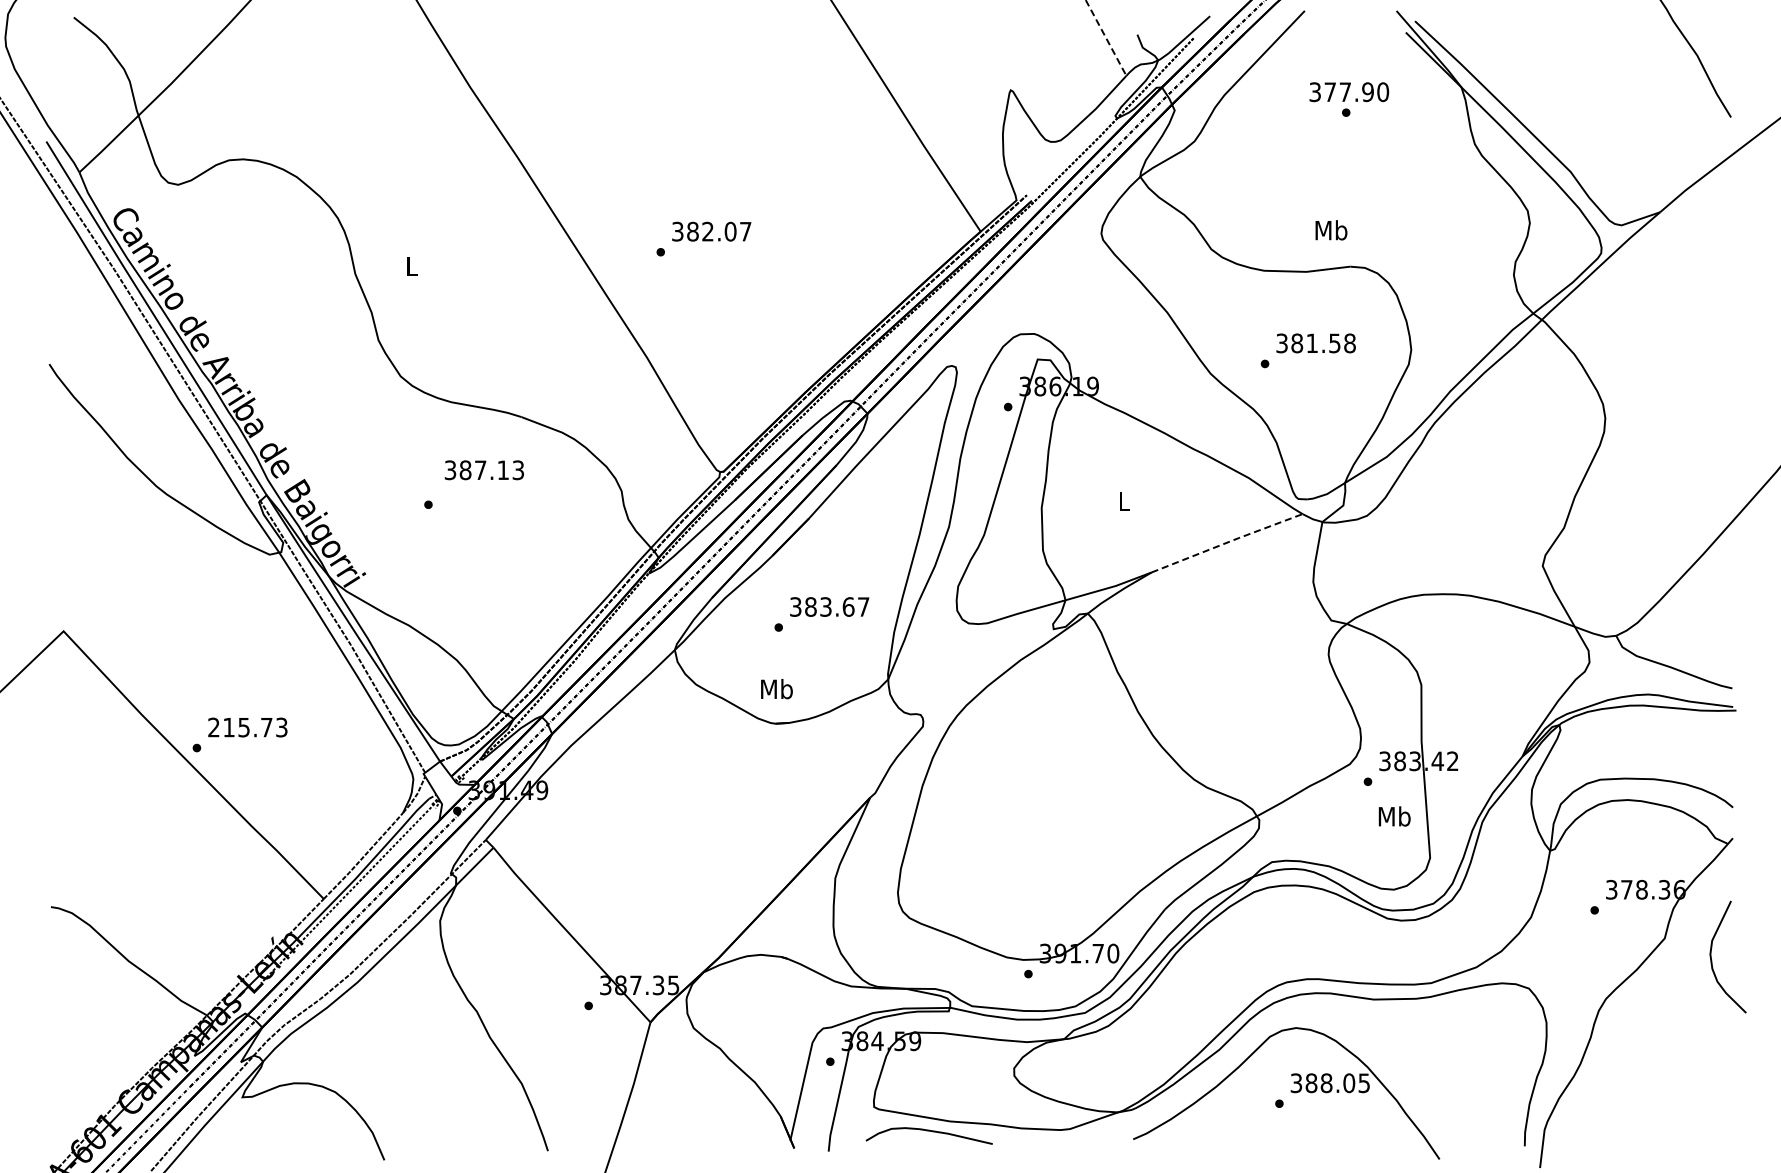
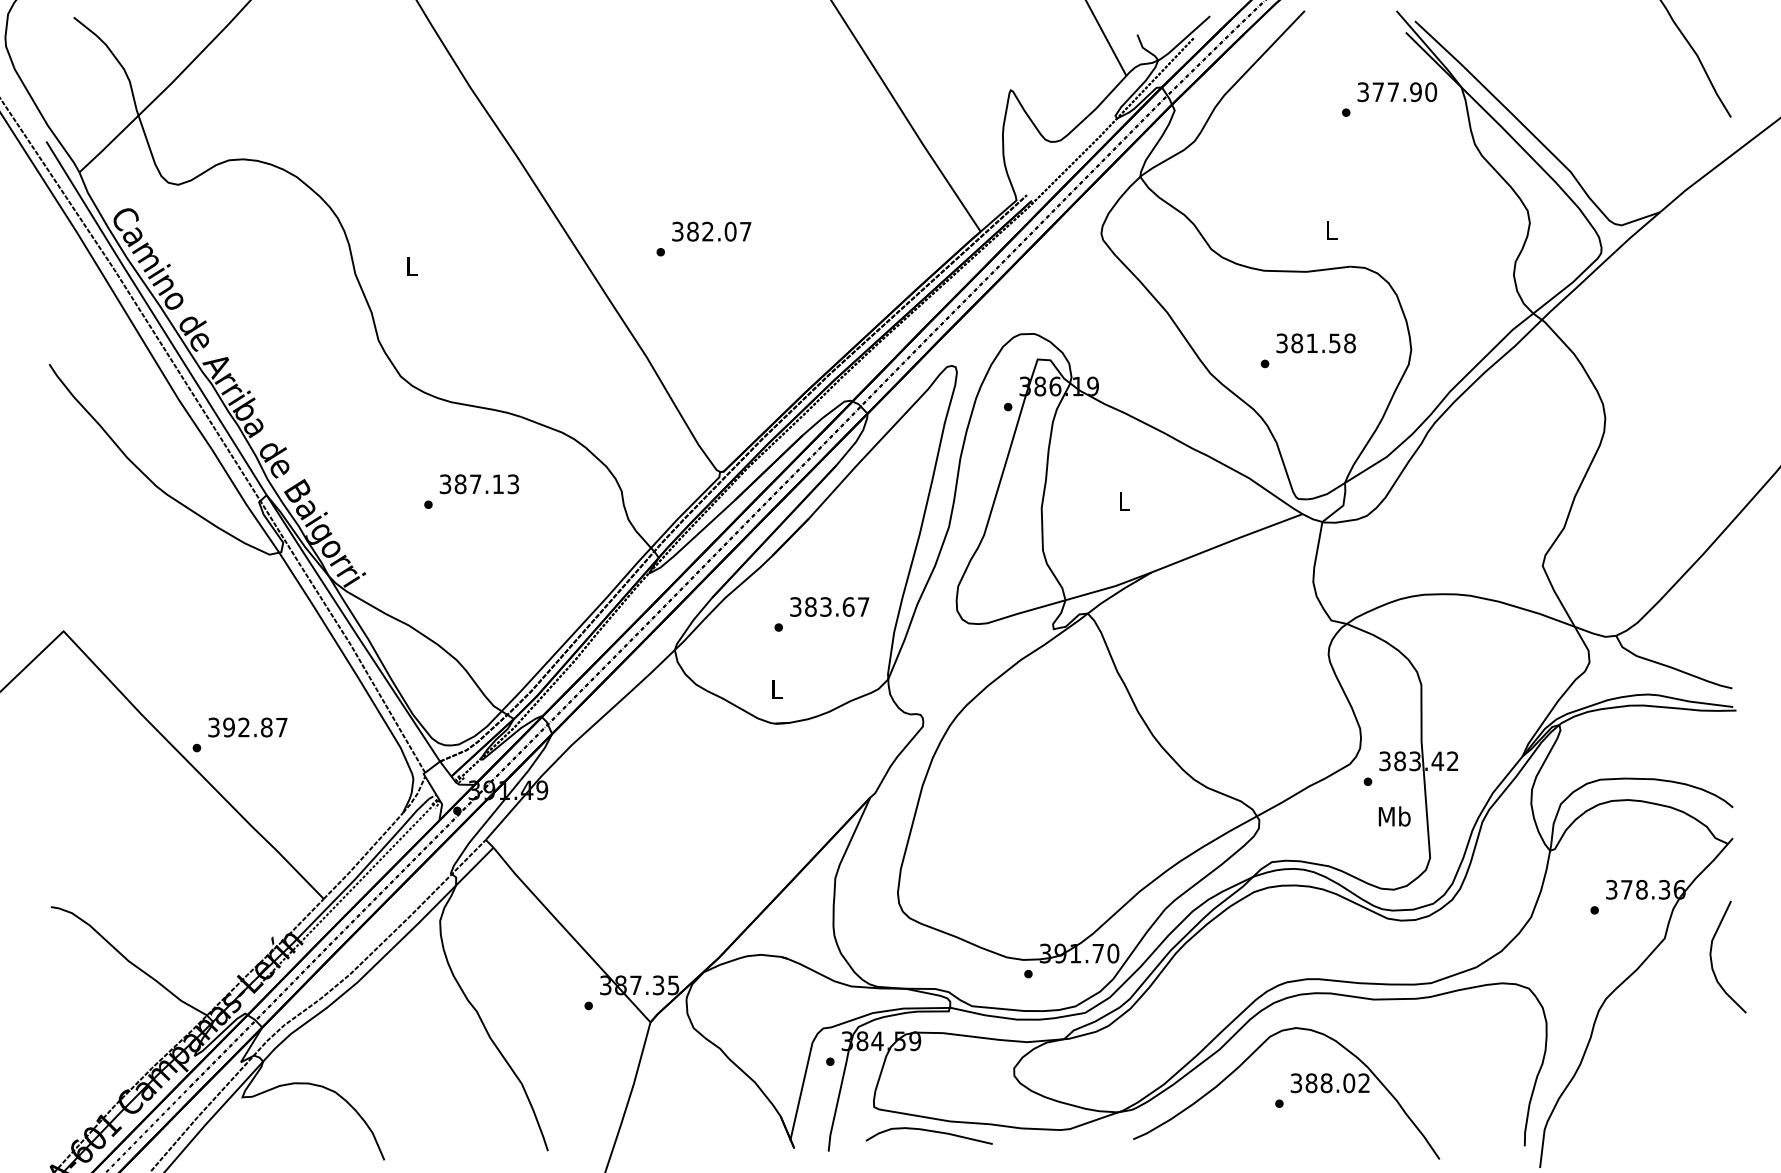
line at (1106, 38): dashed -> solid
text at (1349, 92) position: (1349, 92) -> (1397, 92)
text at (1331, 230): Mb -> L
text at (483, 470) position: (483, 470) -> (478, 484)
line at (1227, 542): dashed -> solid
text at (776, 689): Mb -> L
text at (247, 727): 215.73 -> 392.87
text at (1363, 1083): 388.05 -> 388.02
